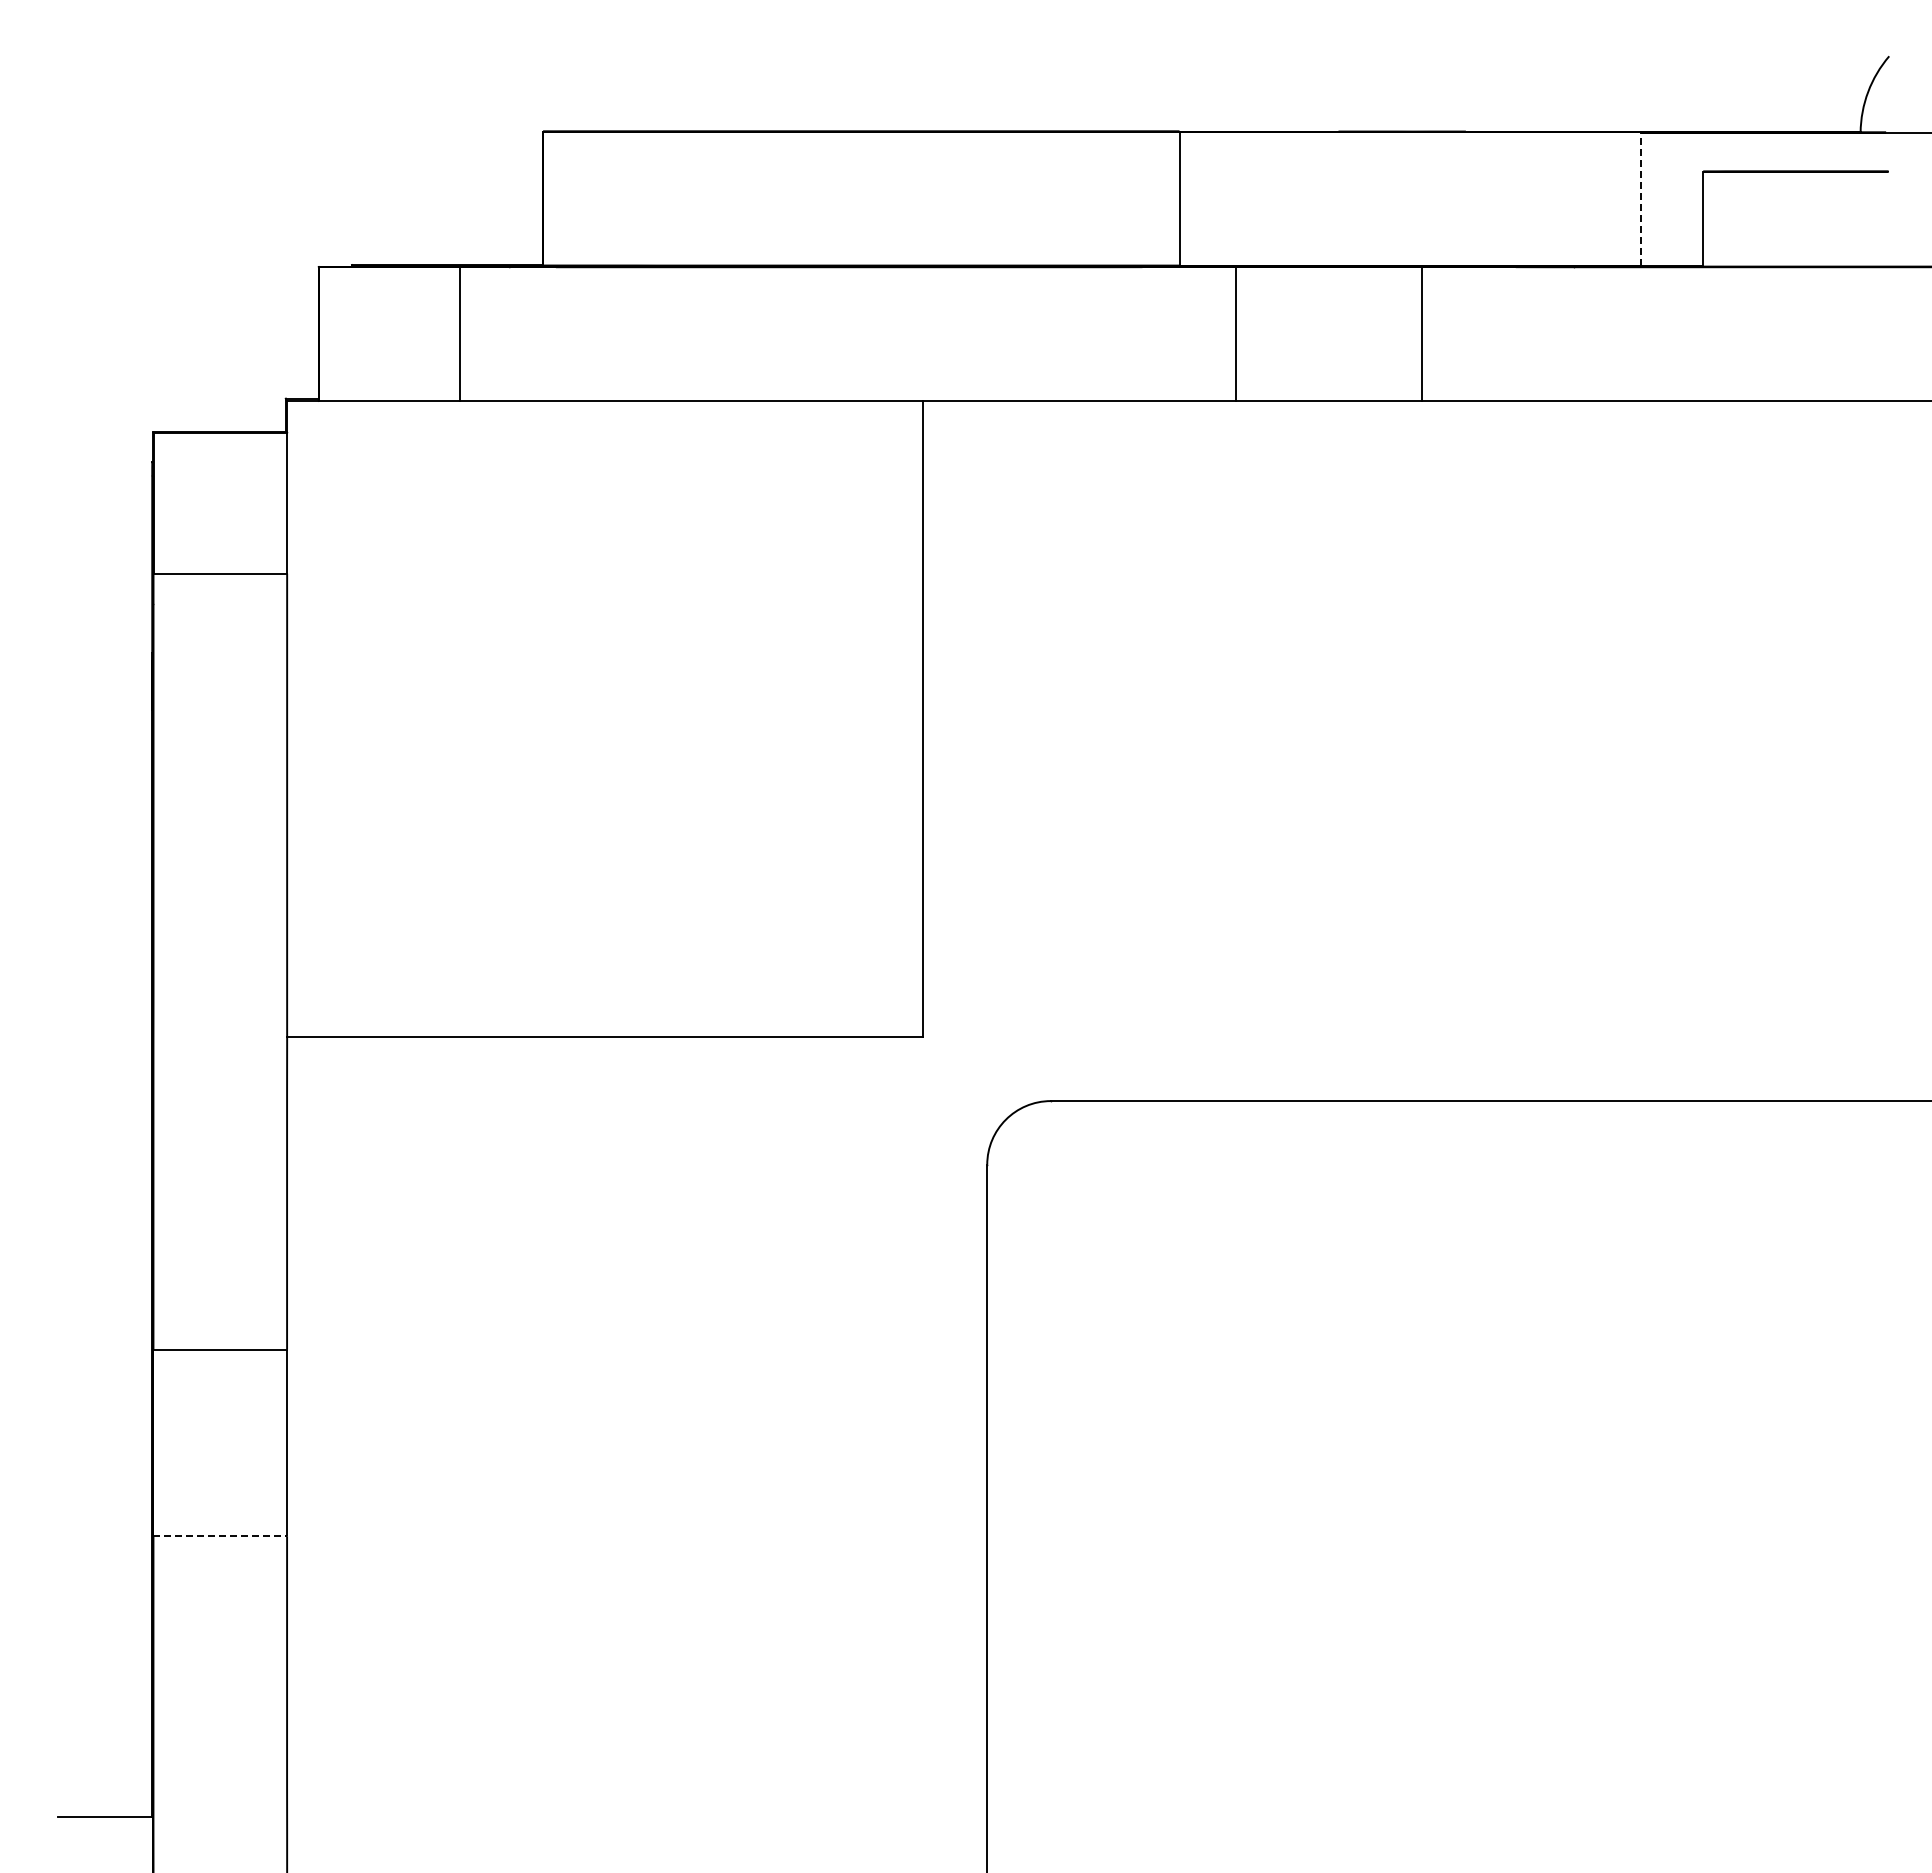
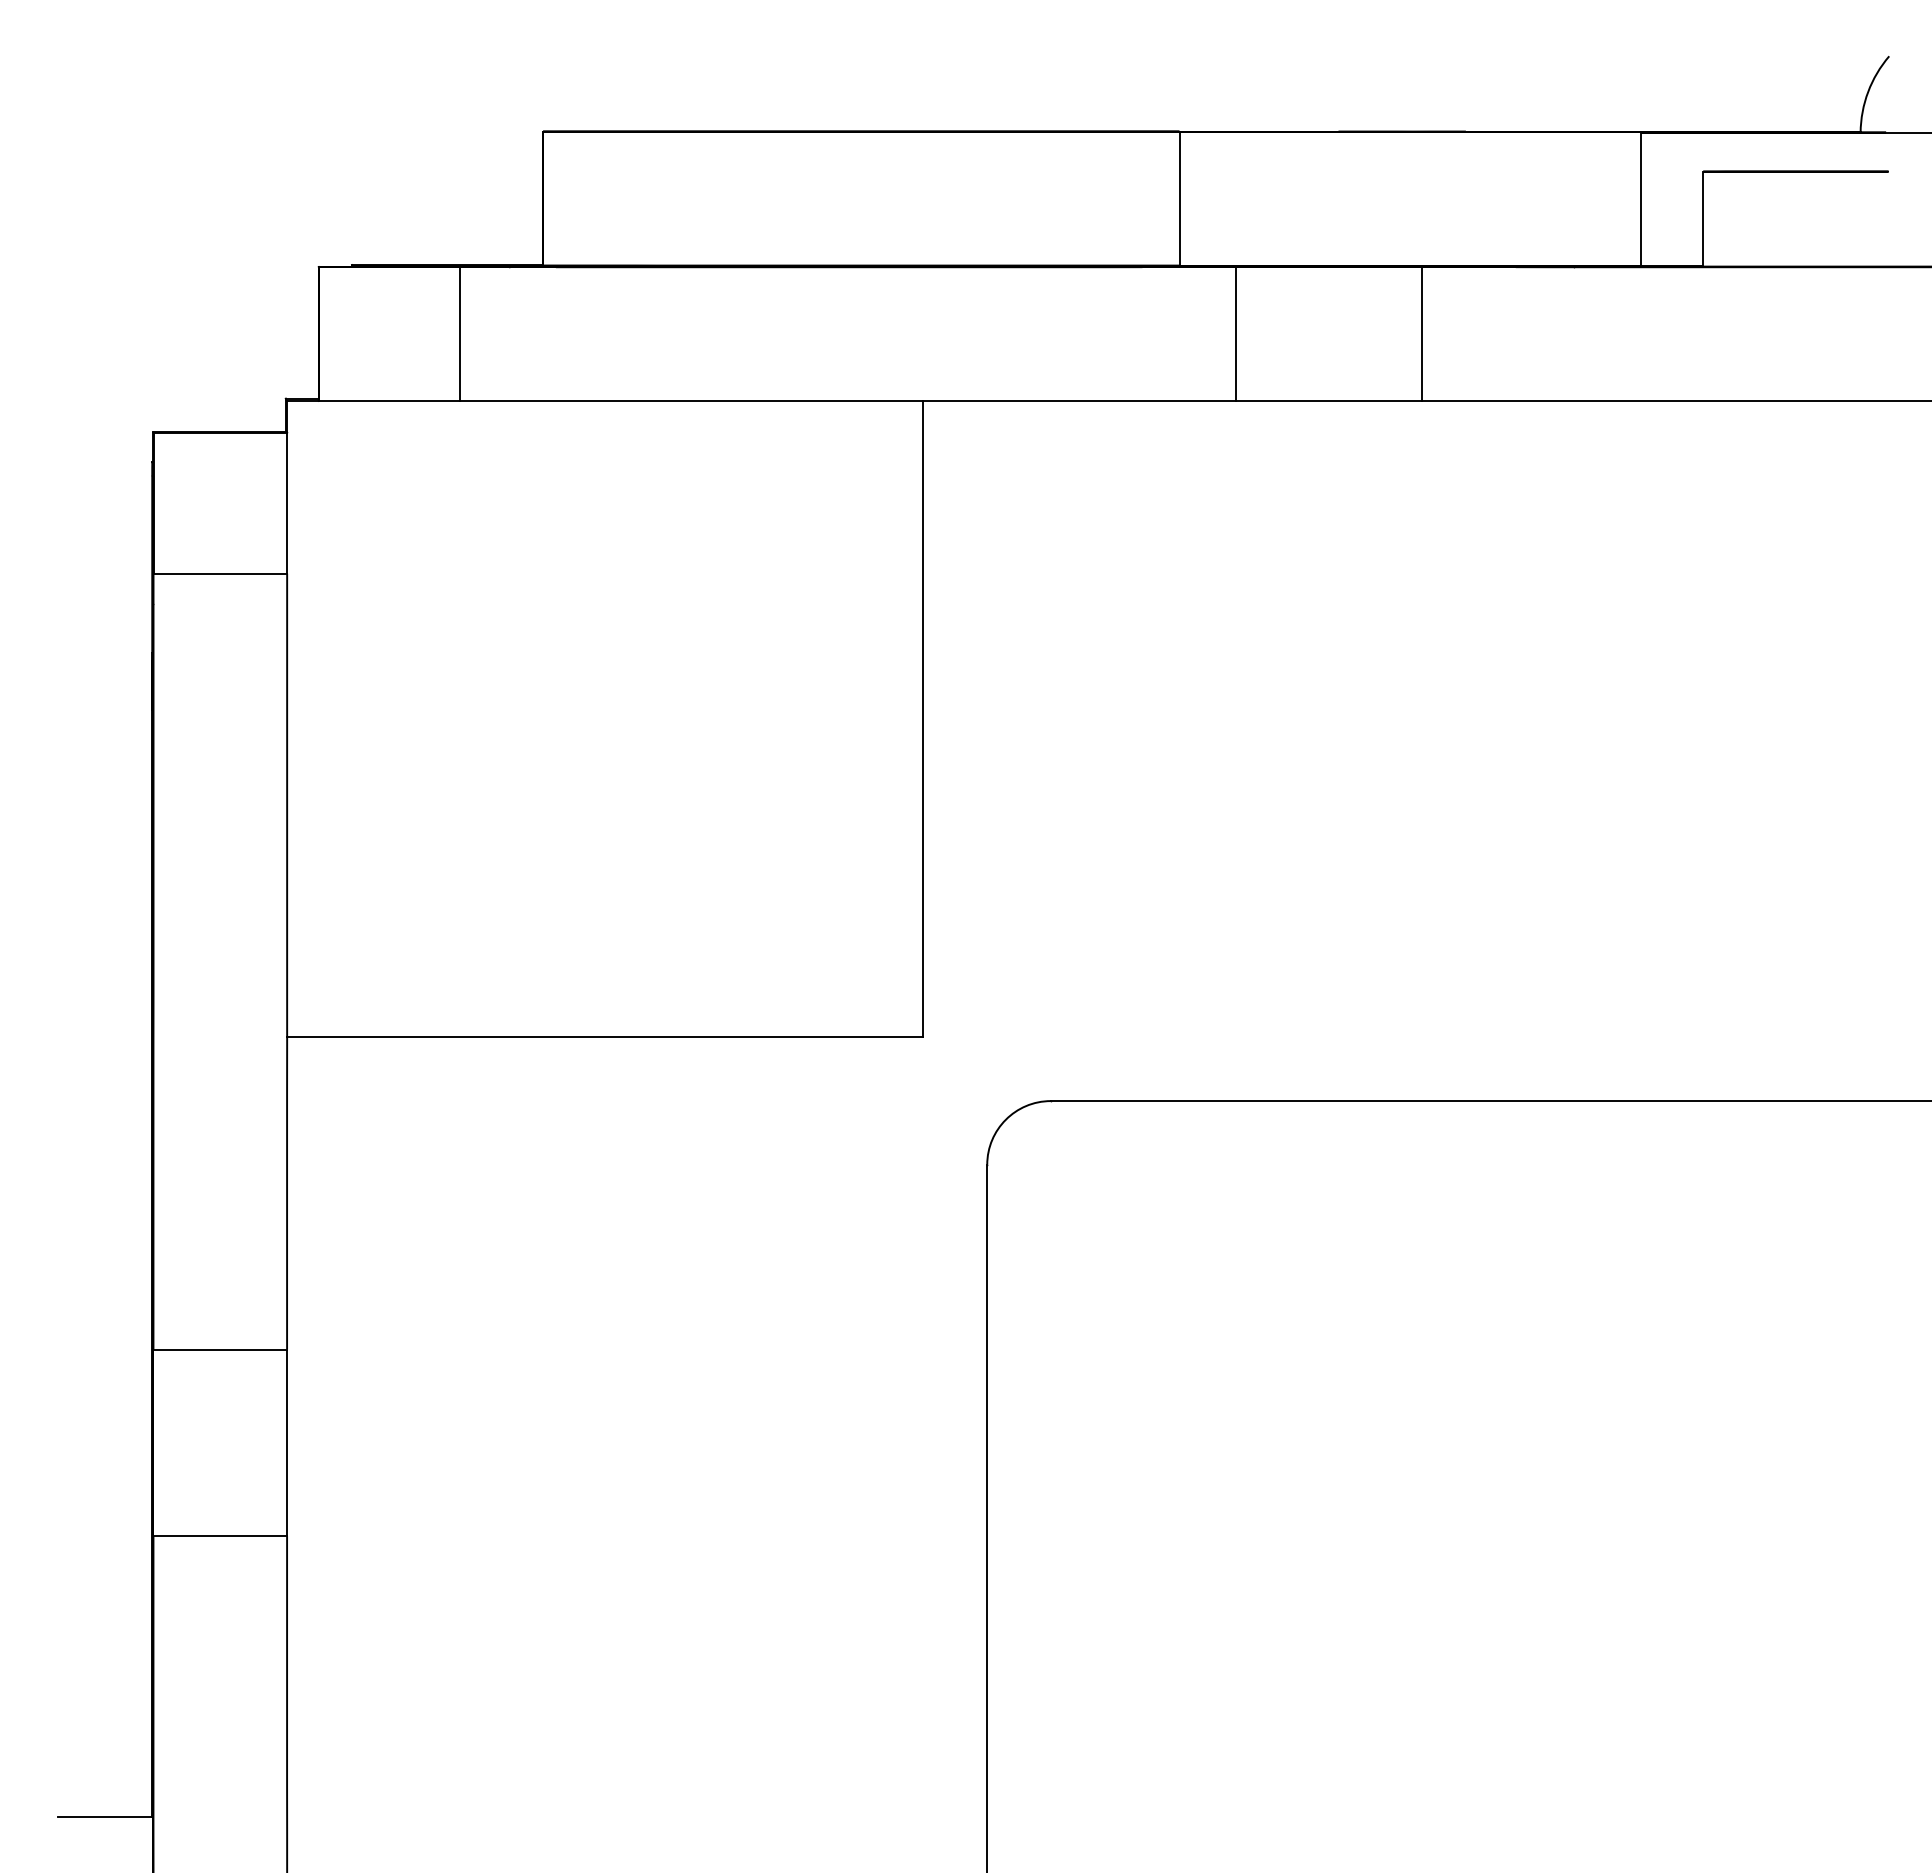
line at (1641, 199): dashed -> solid
line at (220, 1536): dashed -> solid
